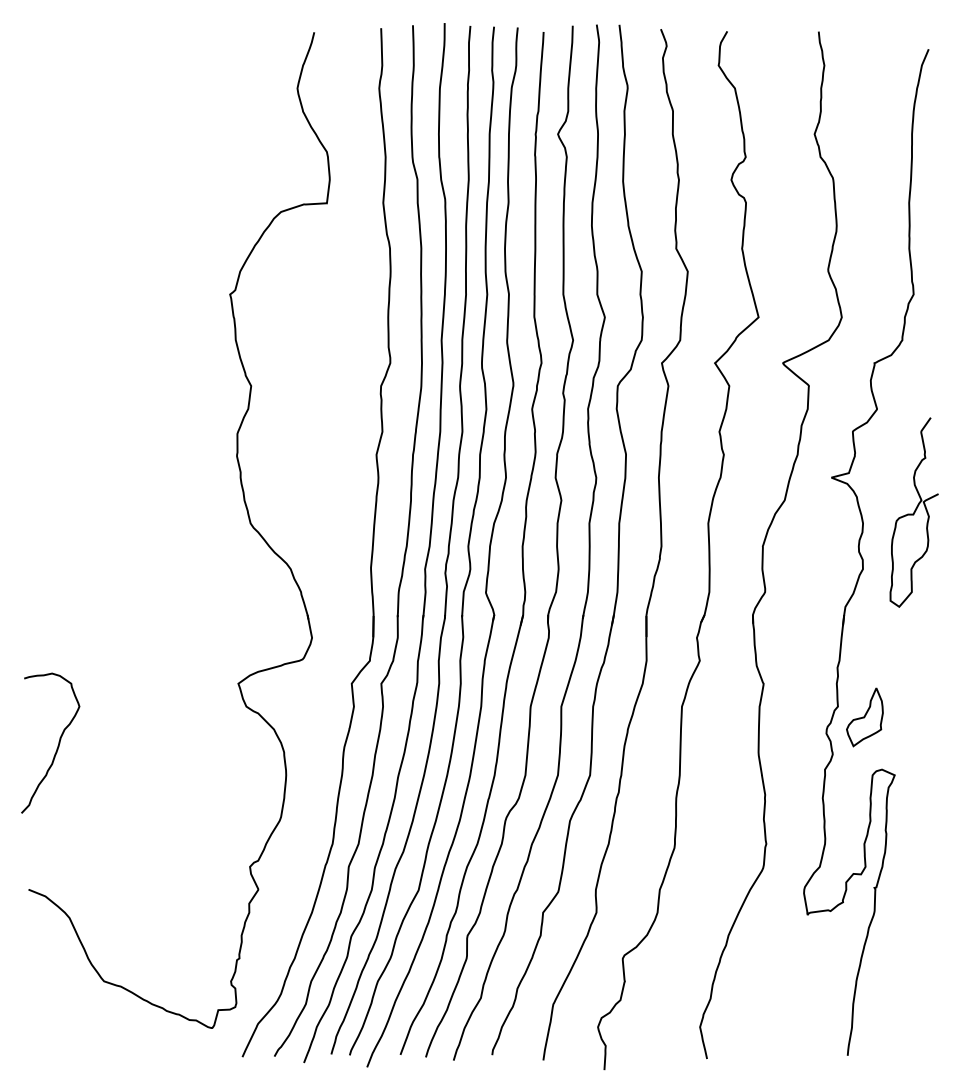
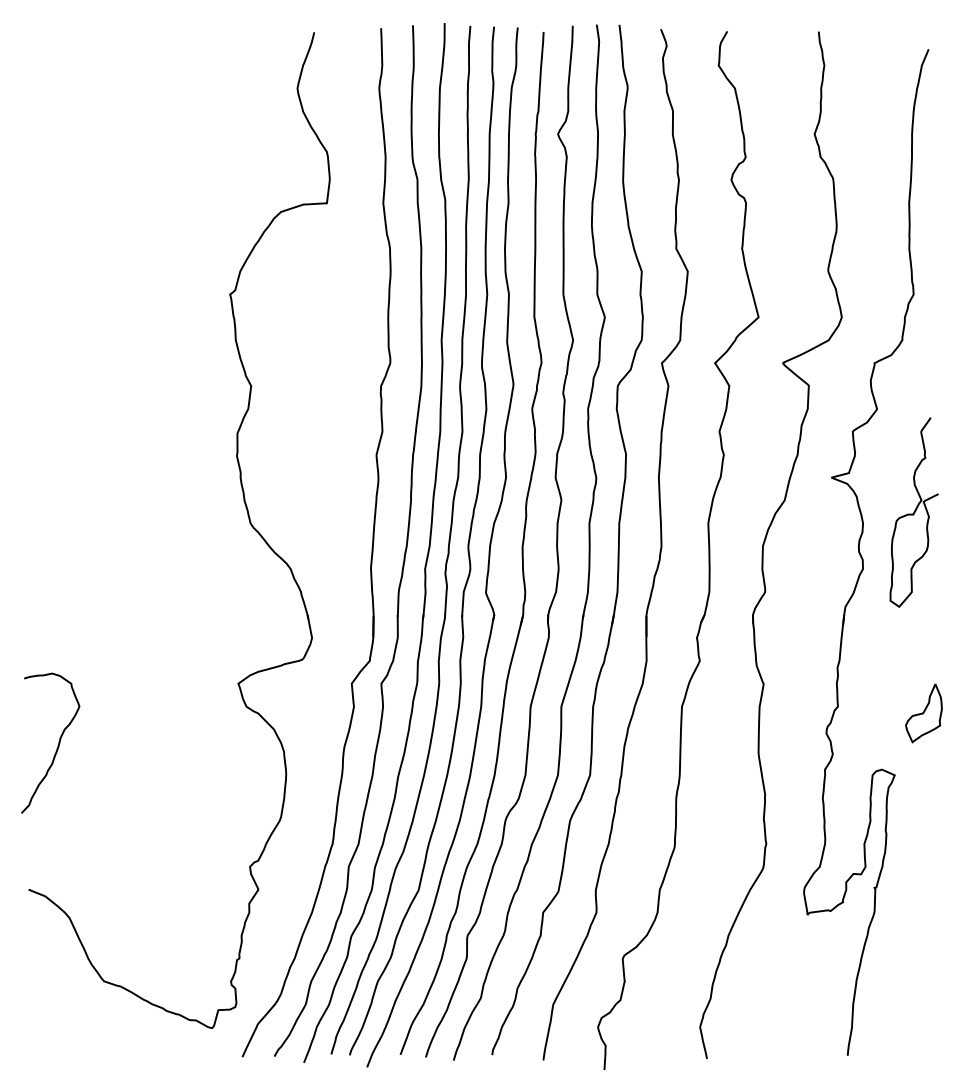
part at (864, 717) position: (864, 717) -> (923, 713)
